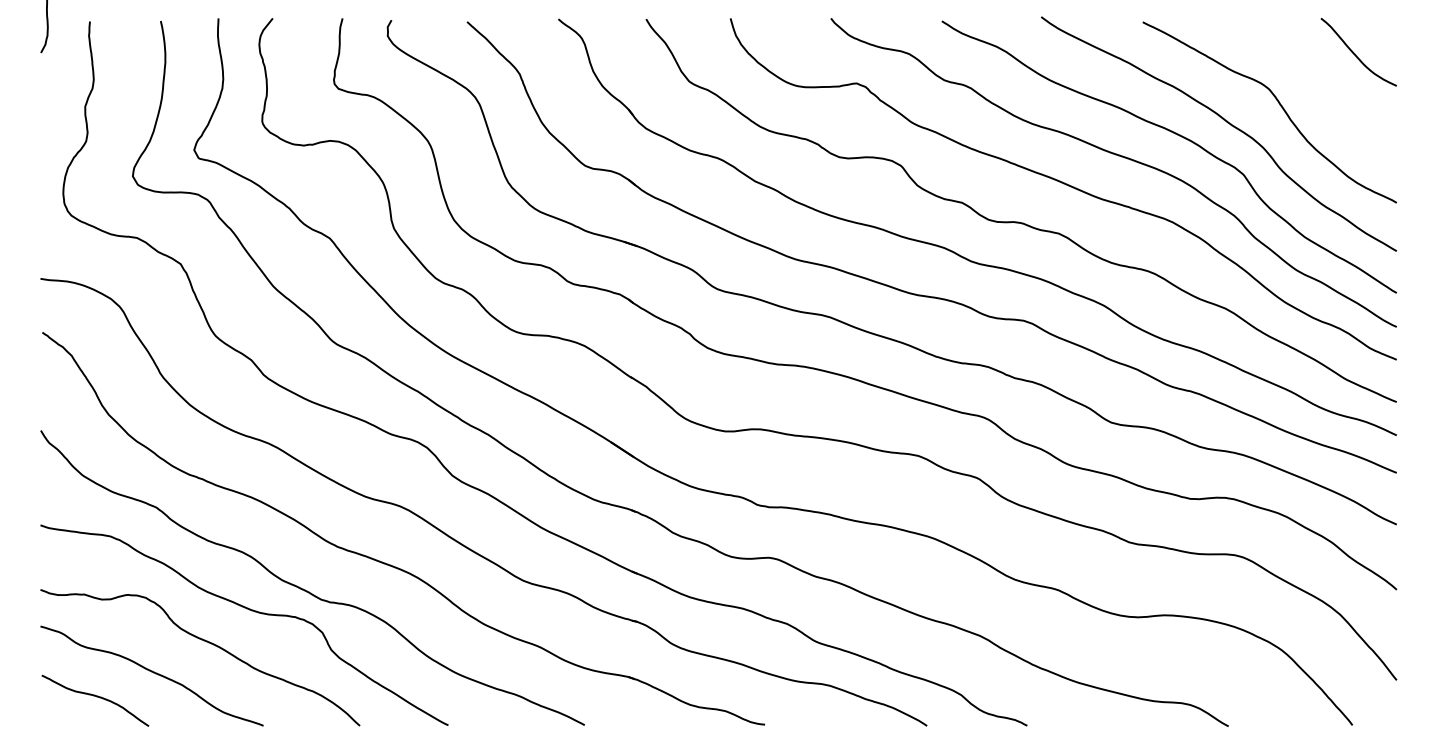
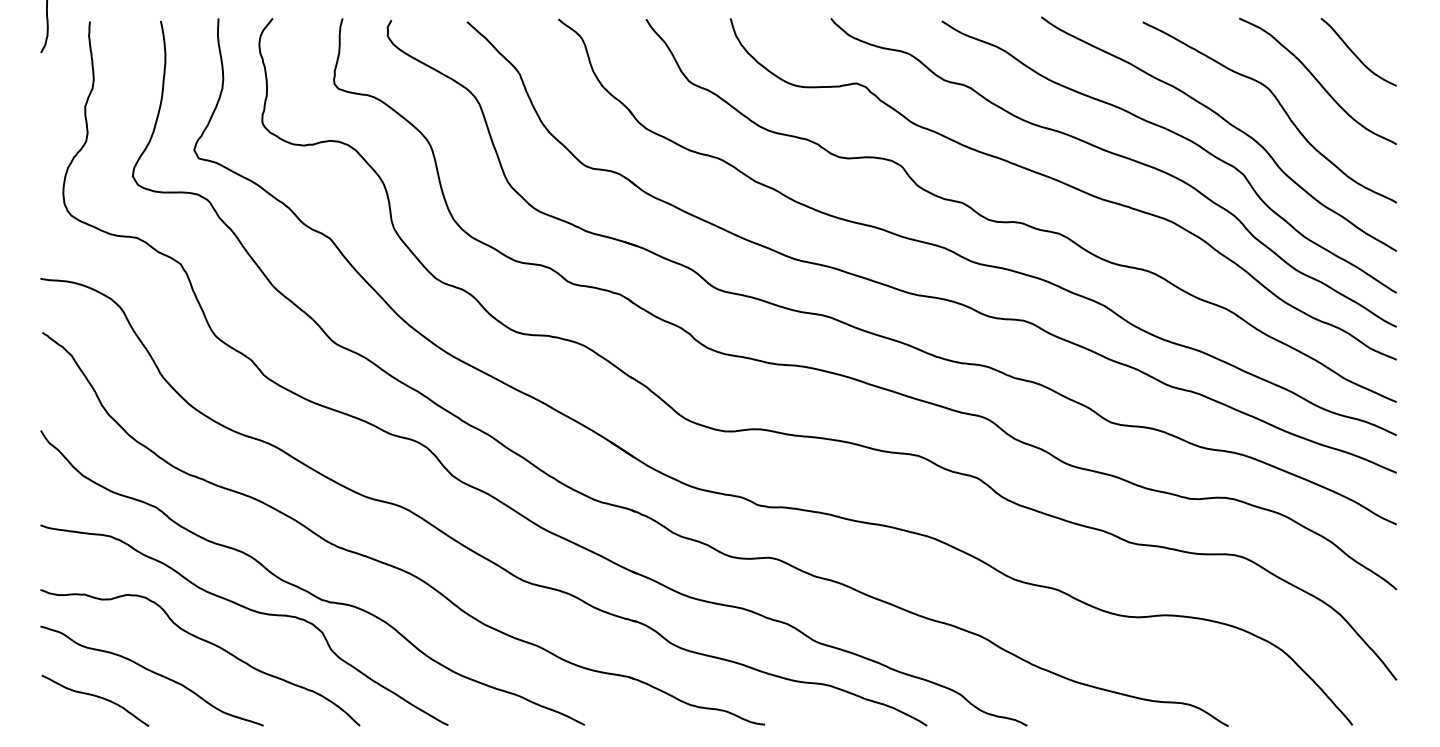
curve at (1317, 81): none -> present
